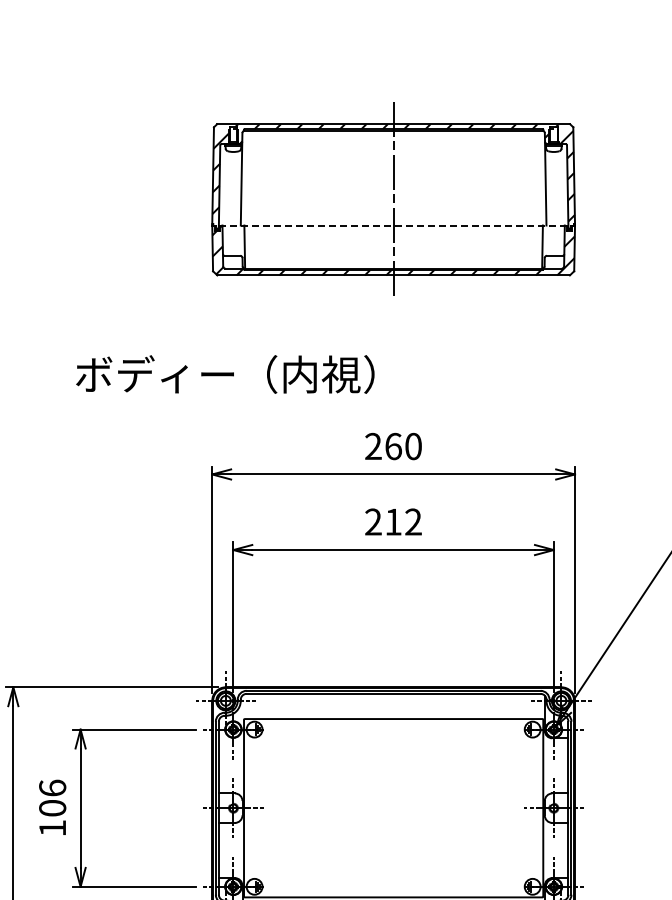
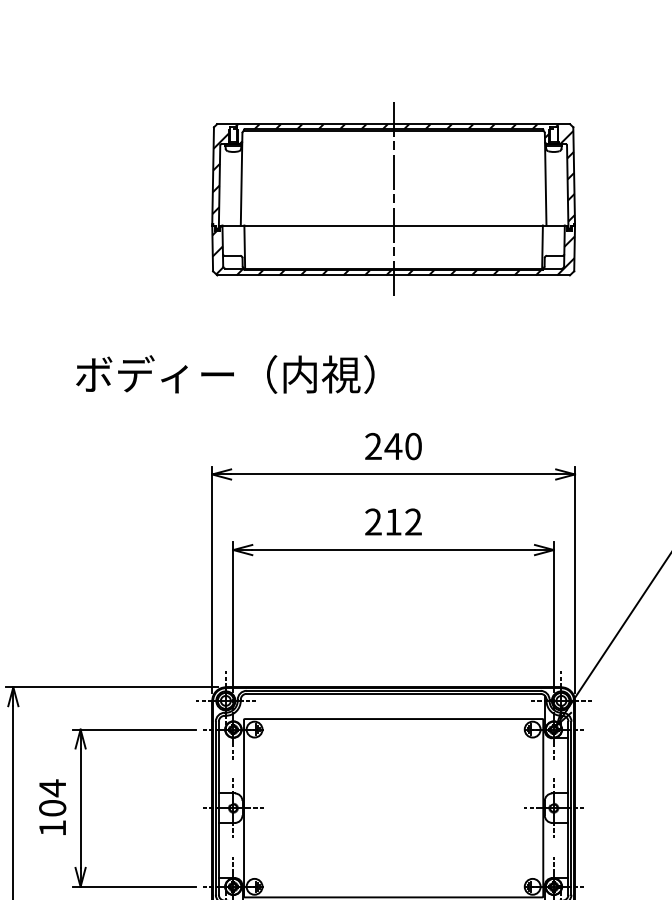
line at (393, 225): dashed -> solid
text at (393, 446): 260 -> 240
text at (52, 788): 106 -> 104
